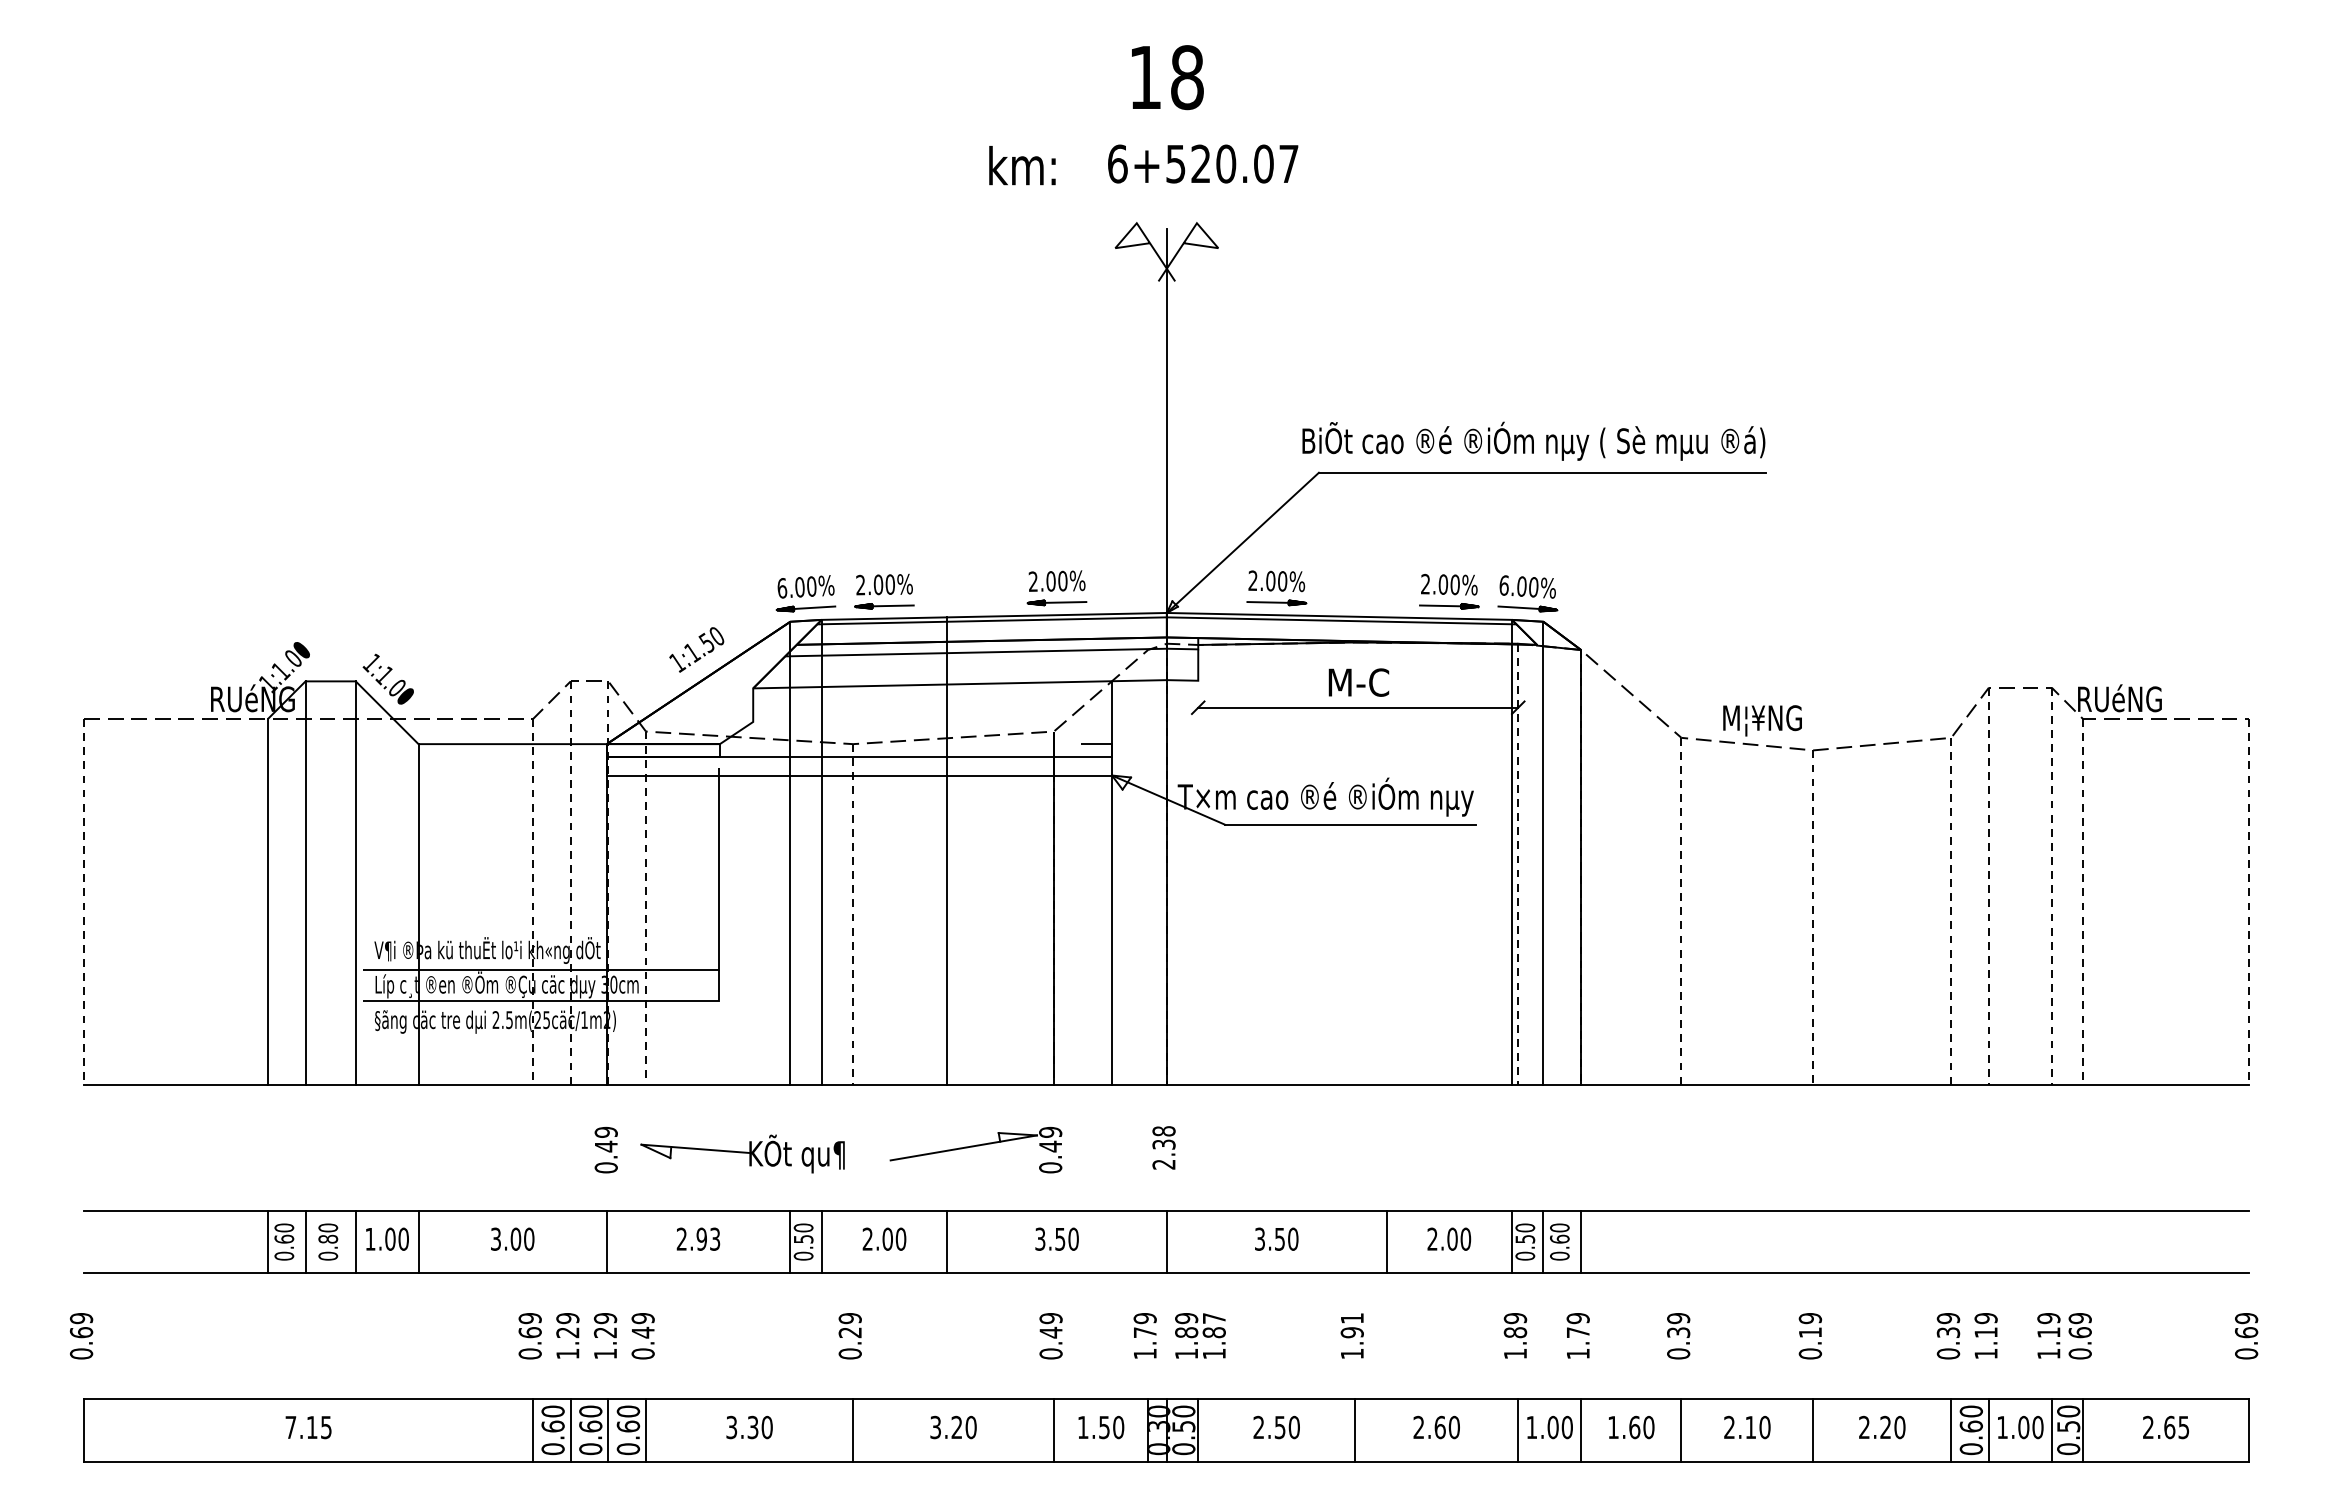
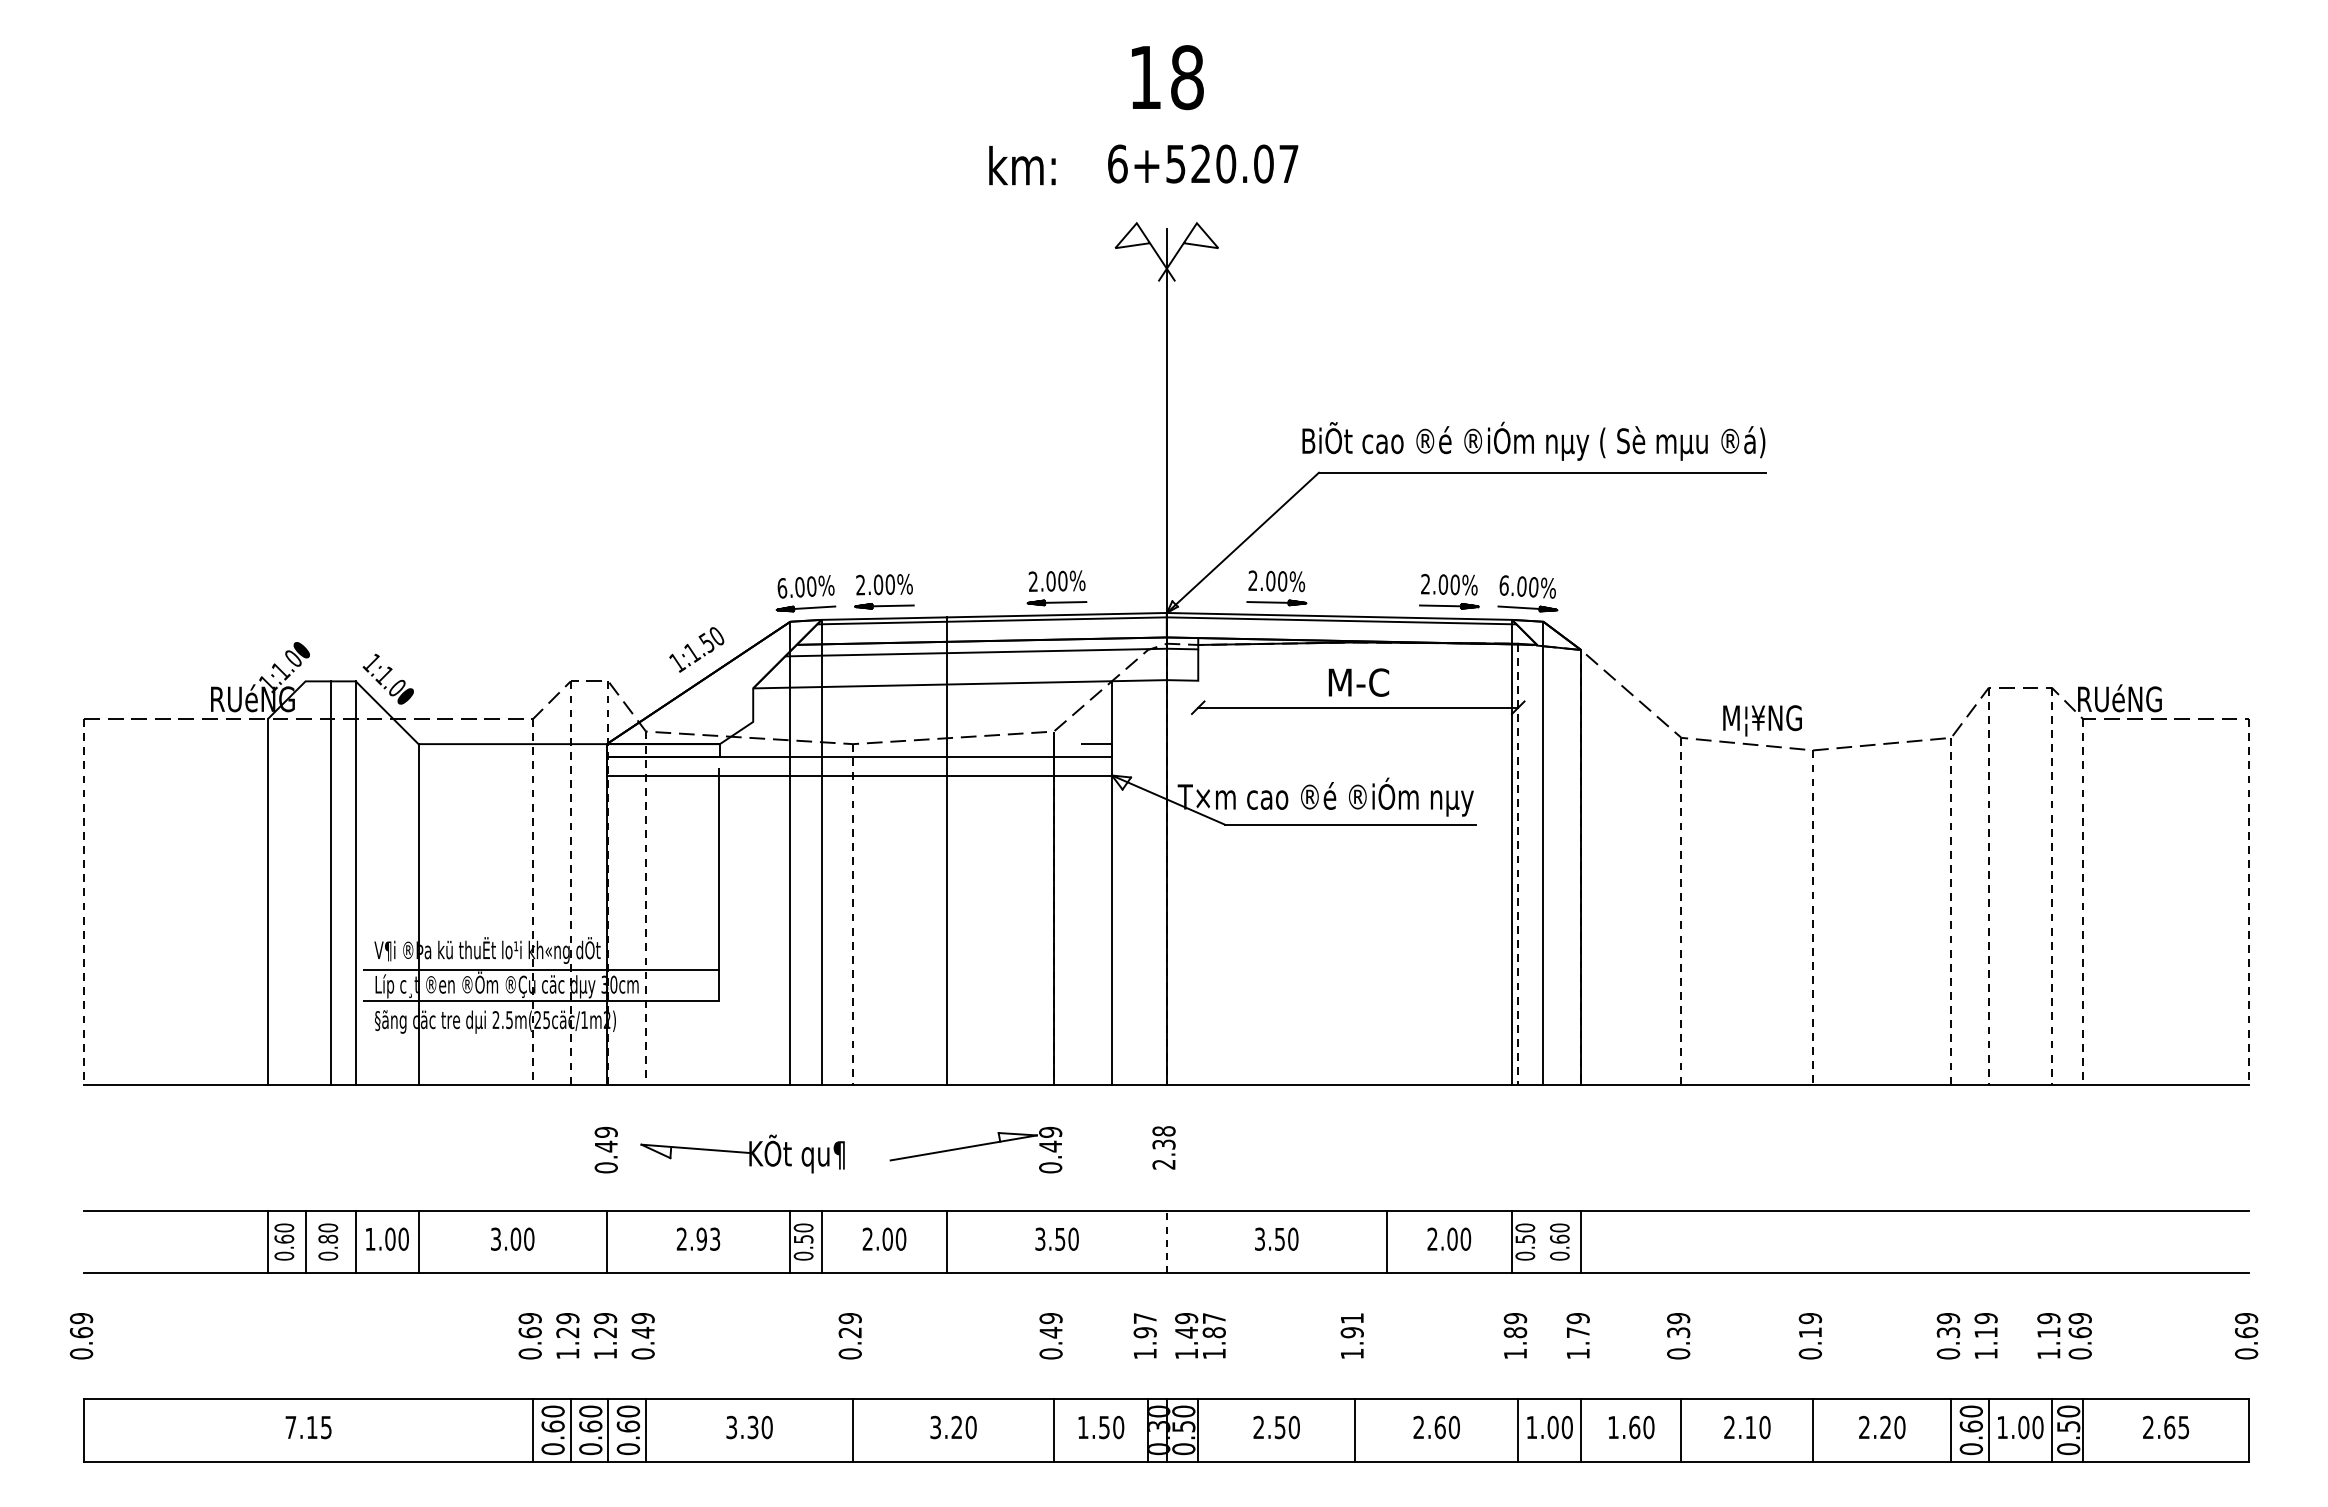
line at (305, 883) position: (305, 883) -> (330, 883)
line at (1166, 1241): solid -> dashed
line at (1543, 1241): present -> none
text at (1144, 1325): 1.79 -> 1.97
text at (1186, 1332): 1.89 -> 1.49
